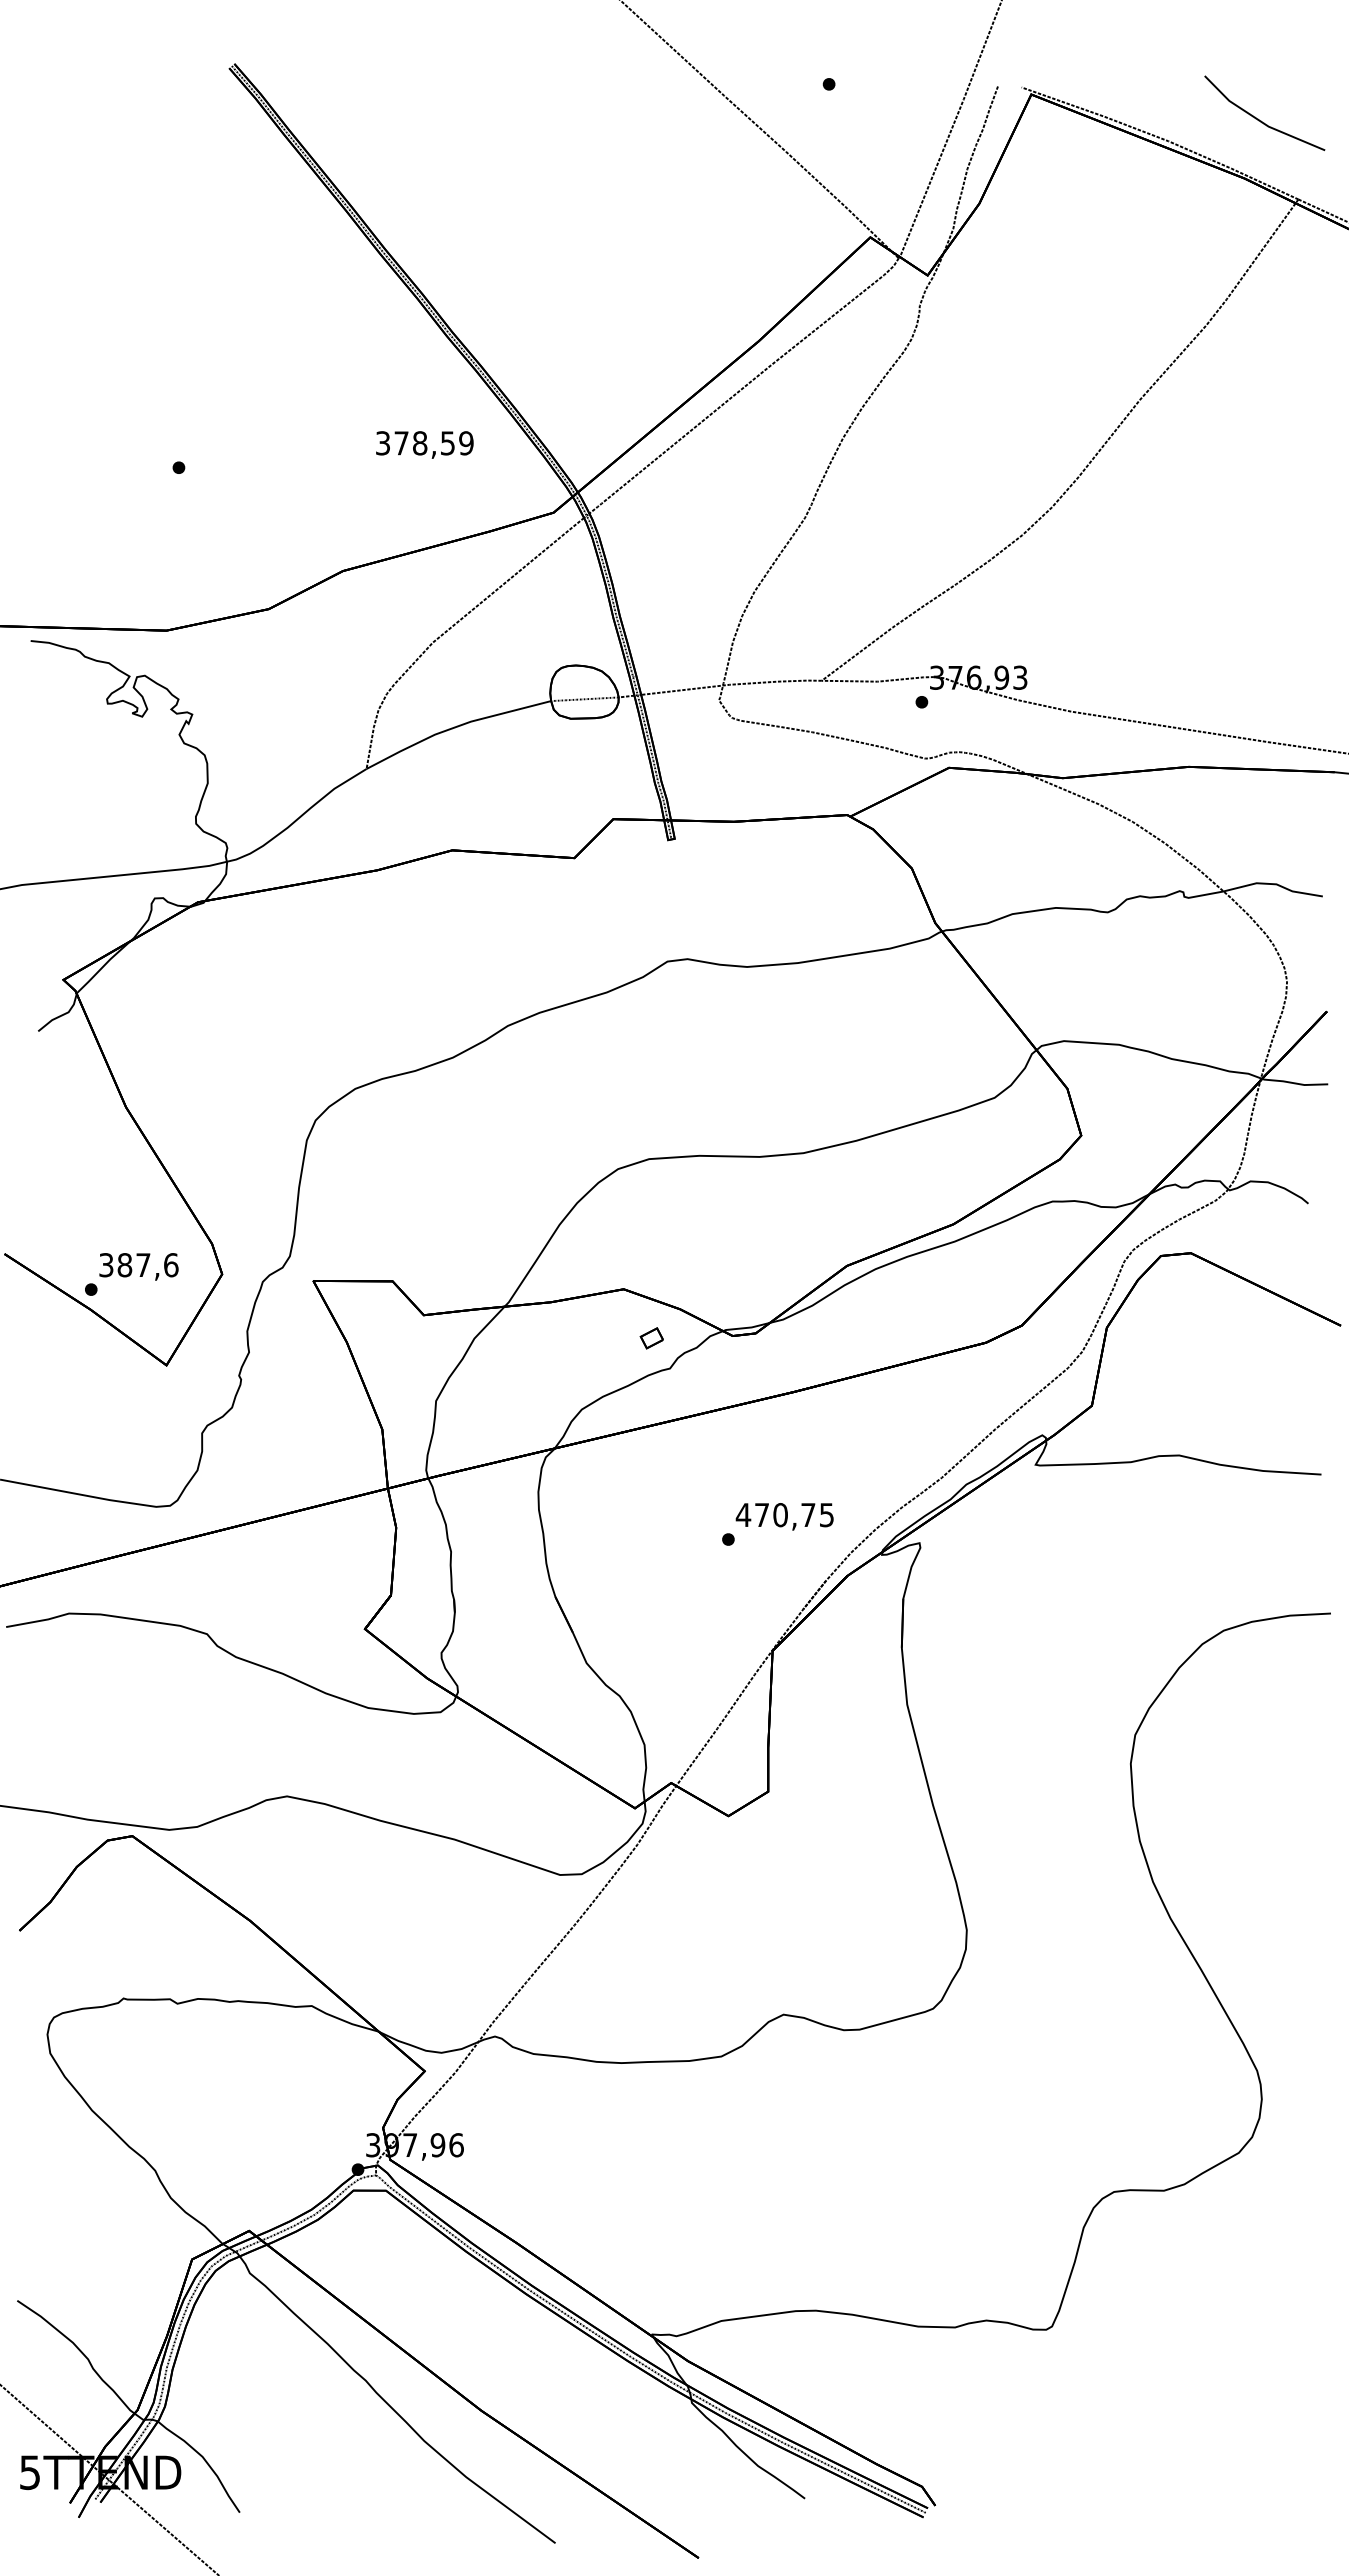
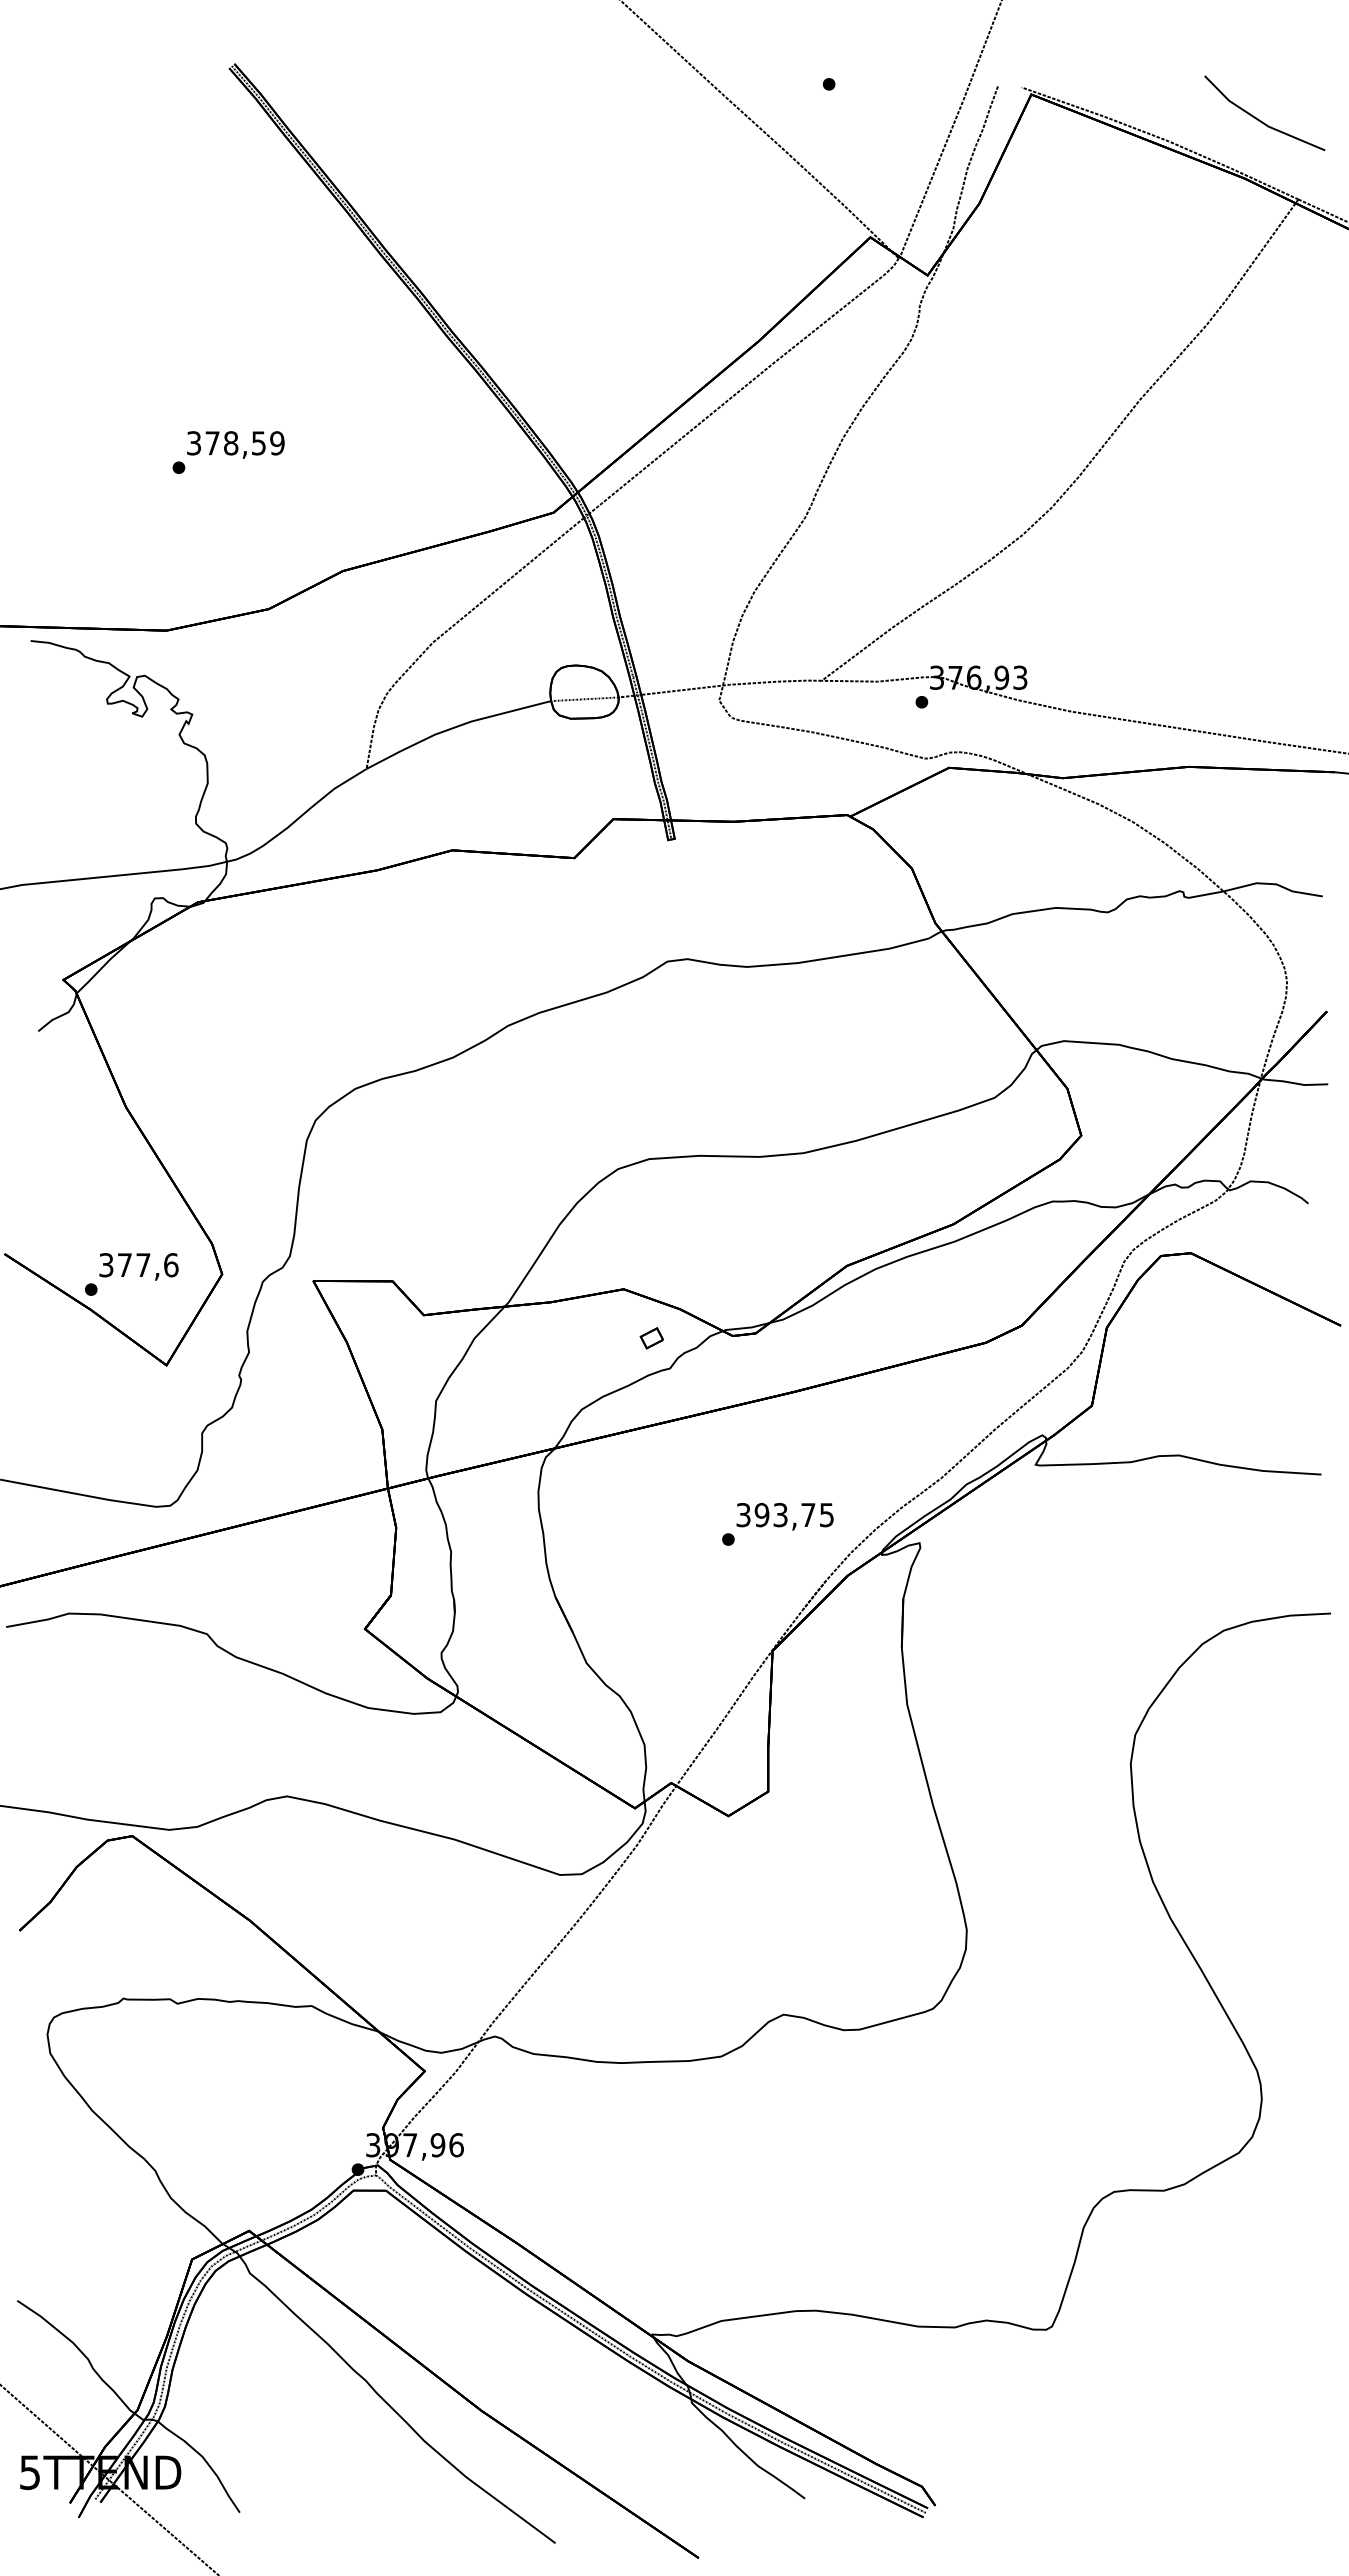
text at (424, 444) position: (424, 444) -> (235, 444)
text at (124, 1265): 387,6 -> 377,6
text at (761, 1515): 470,75 -> 393,75
